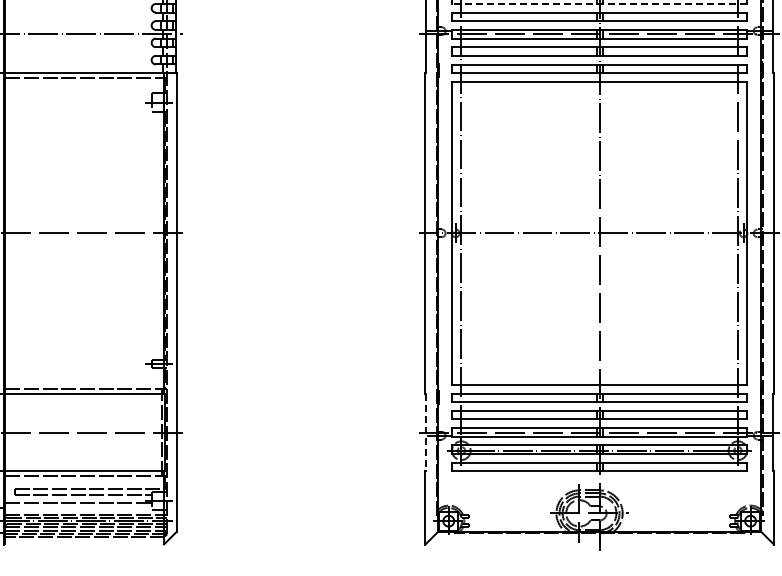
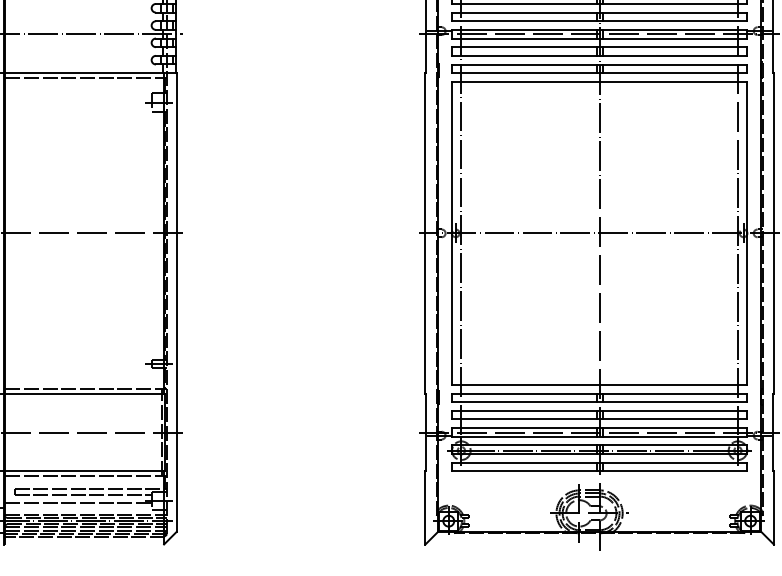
line at (599, 4): dashed -> solid
line at (426, 432): dashed -> solid
